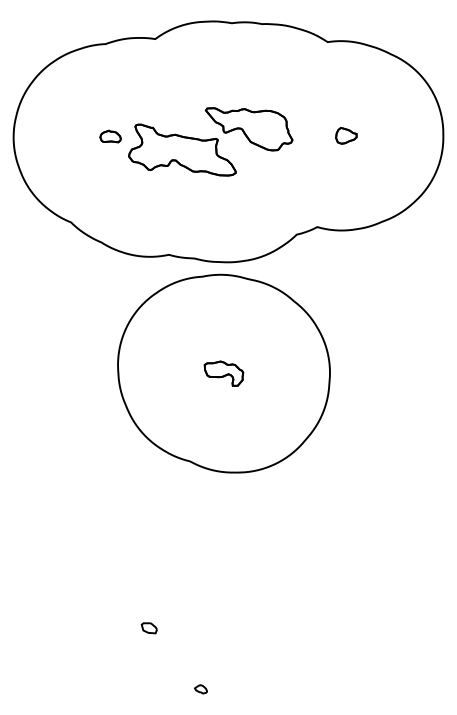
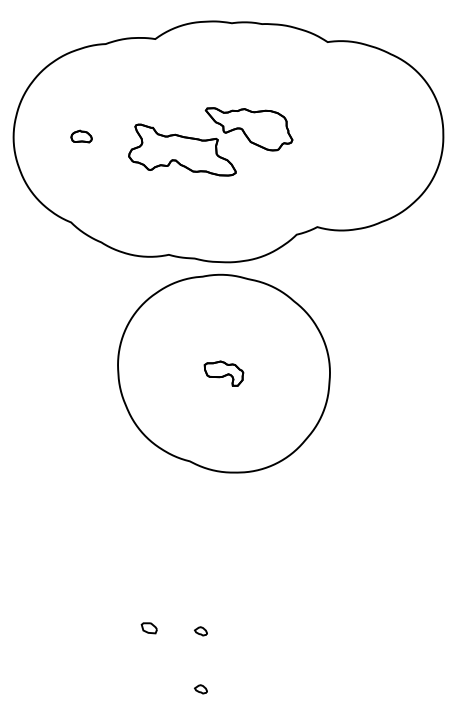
part at (346, 135): present -> none
part at (110, 136) position: (110, 136) -> (81, 136)
part at (200, 631): none -> present
